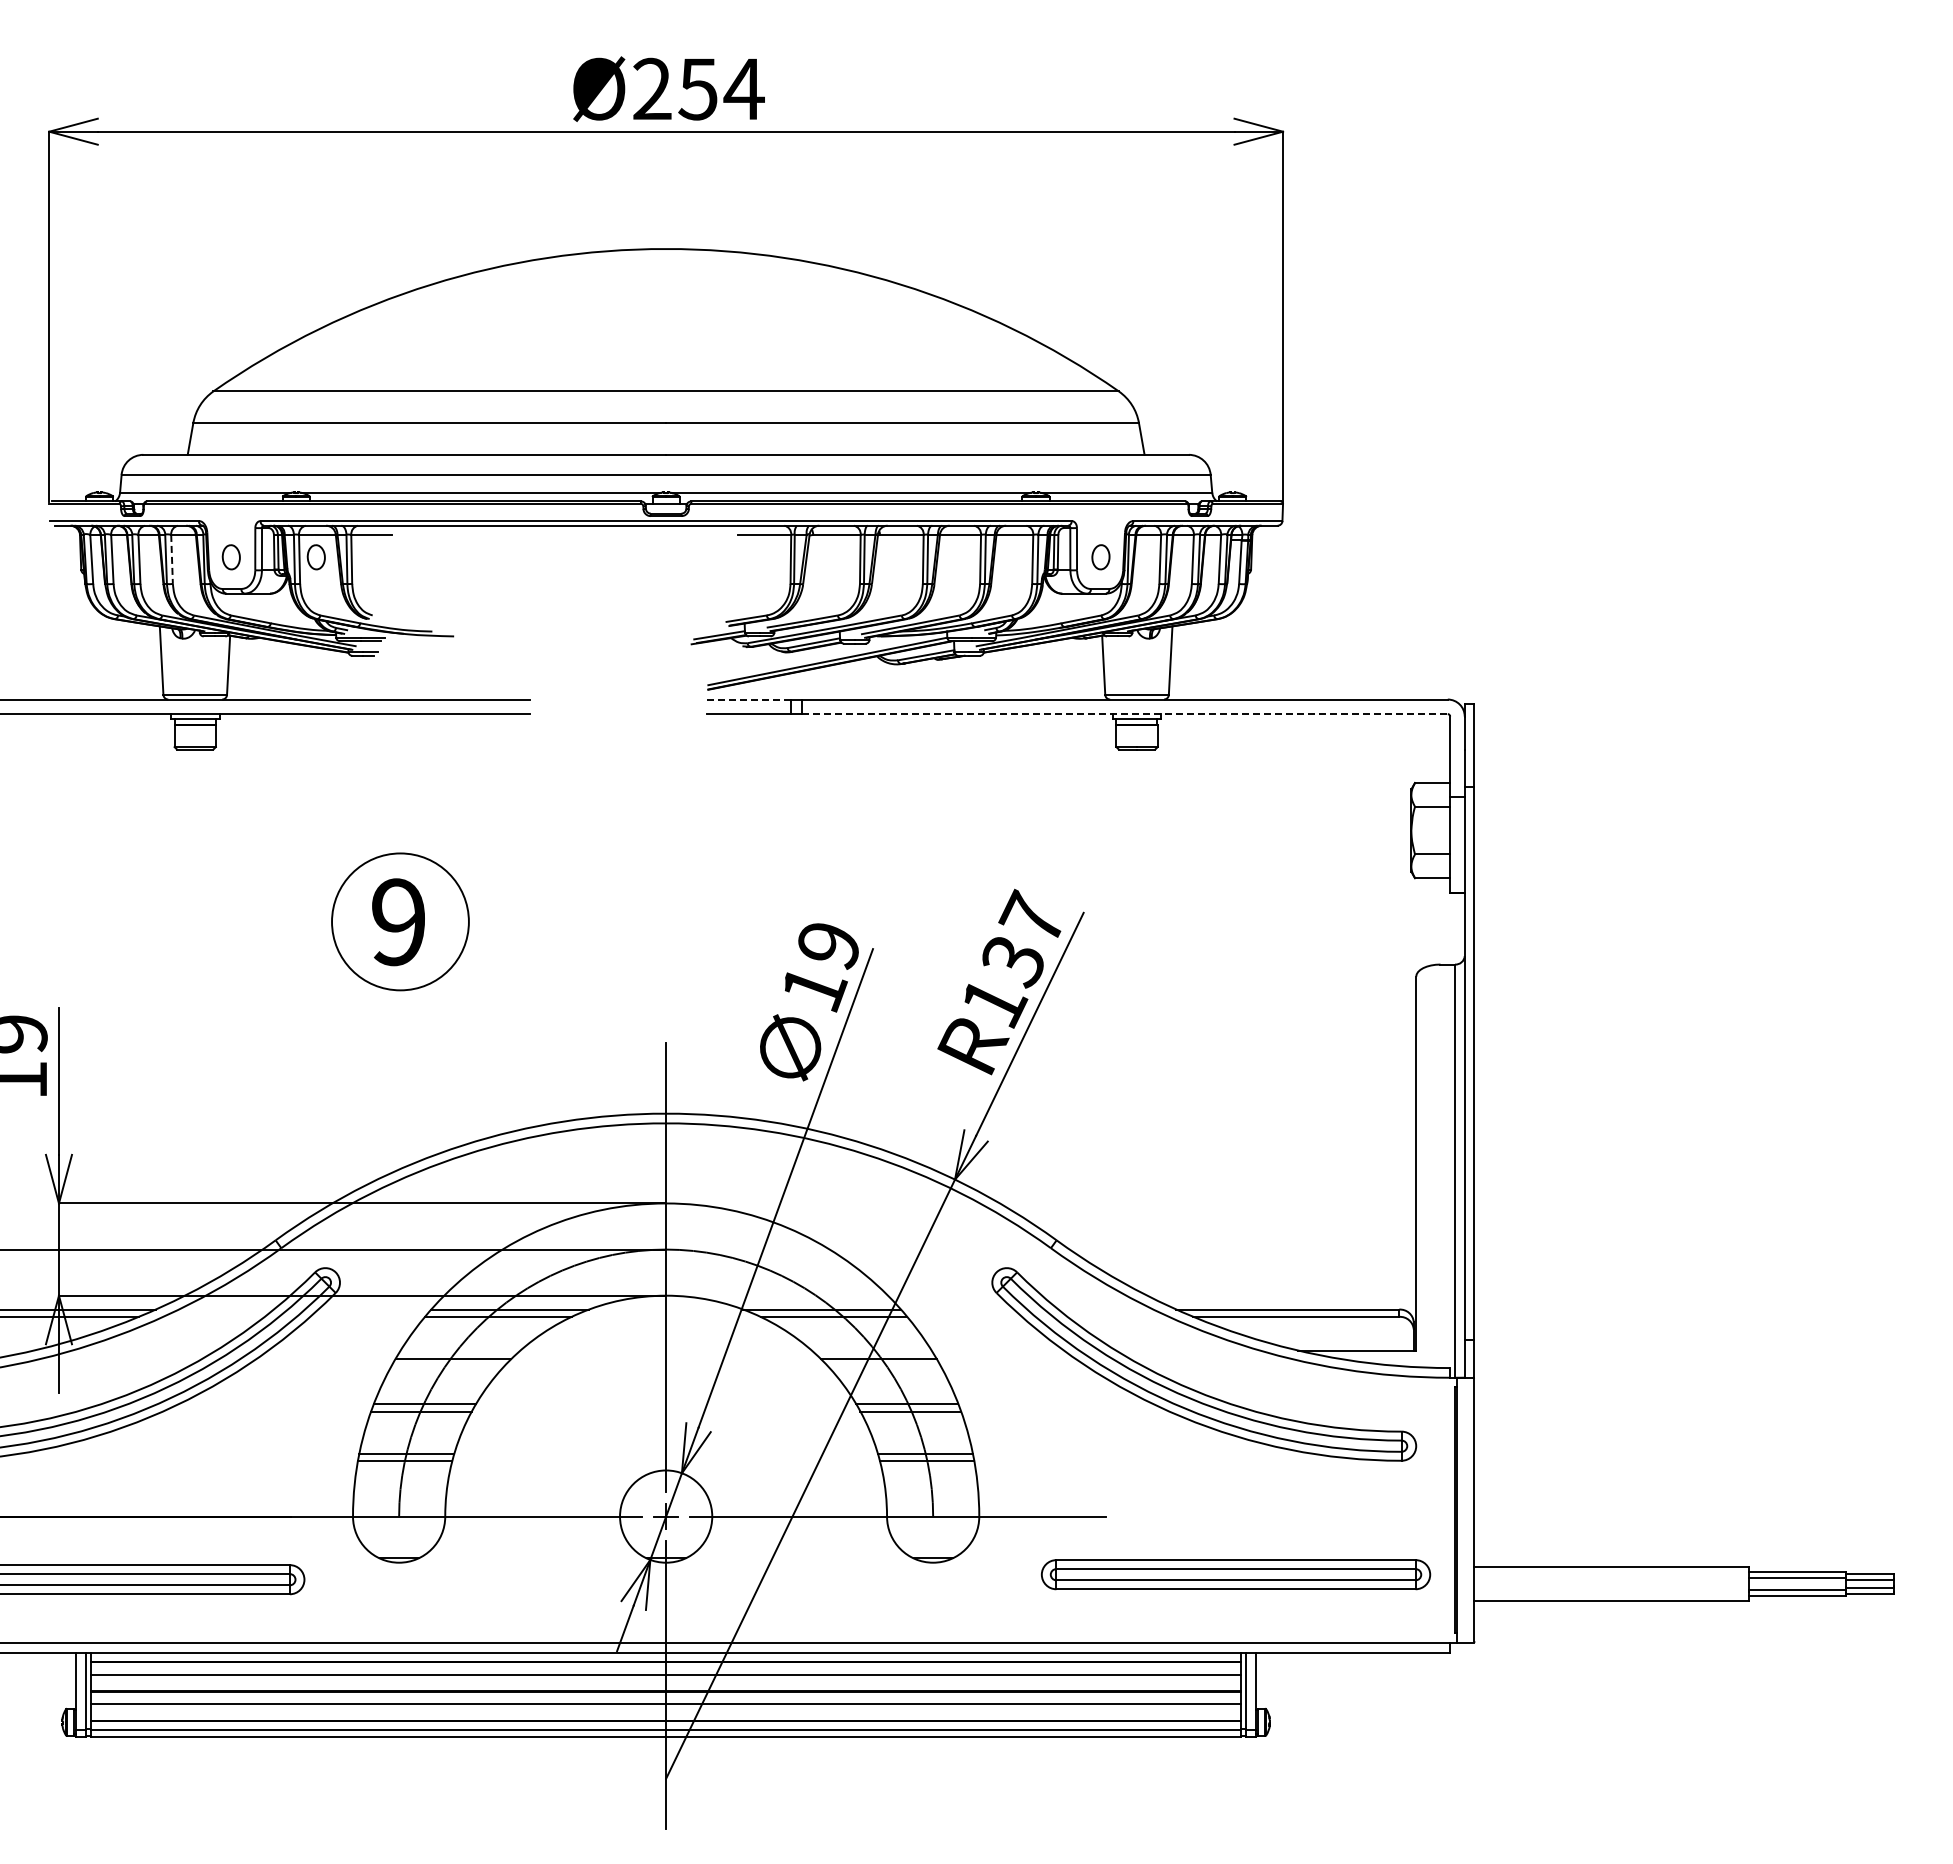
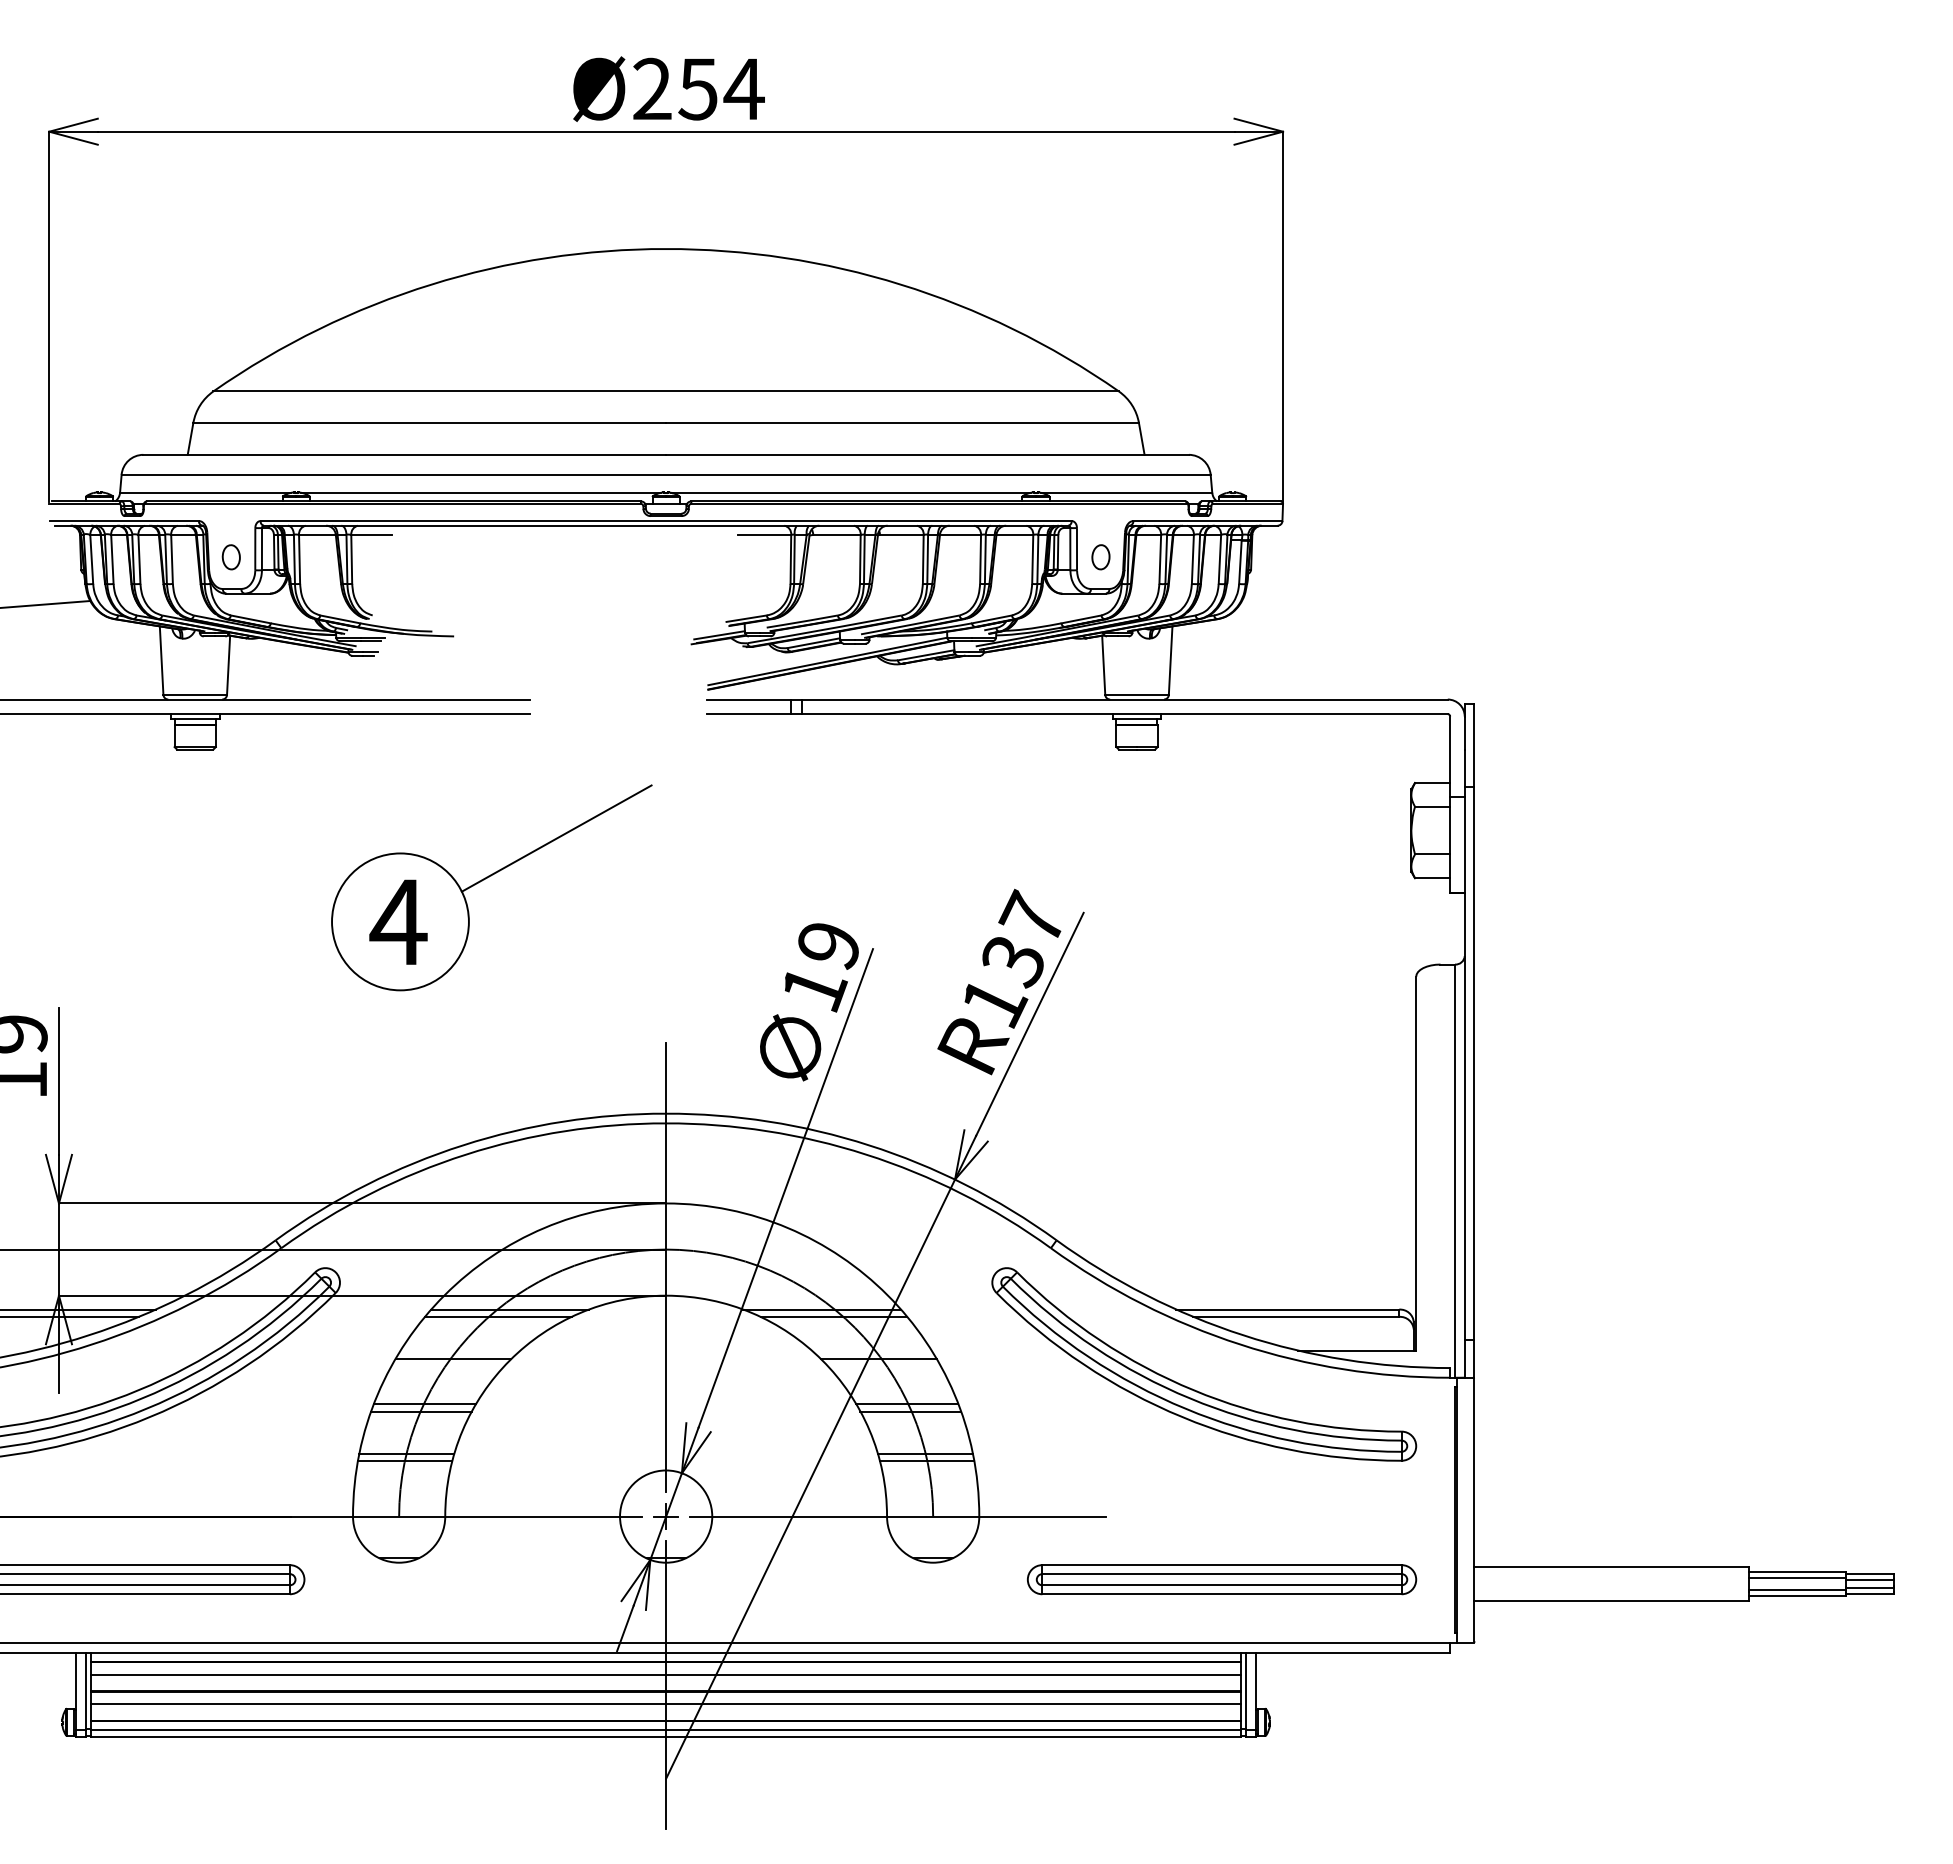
part at (315, 557): present -> none
line at (172, 559): dashed -> solid
line at (46, 604): none -> present
line at (749, 699): dashed -> solid
line at (1124, 714): dashed -> solid
line at (556, 838): none -> present
text at (398, 922): 9 -> 4
part at (1236, 1574) position: (1236, 1574) -> (1222, 1579)
